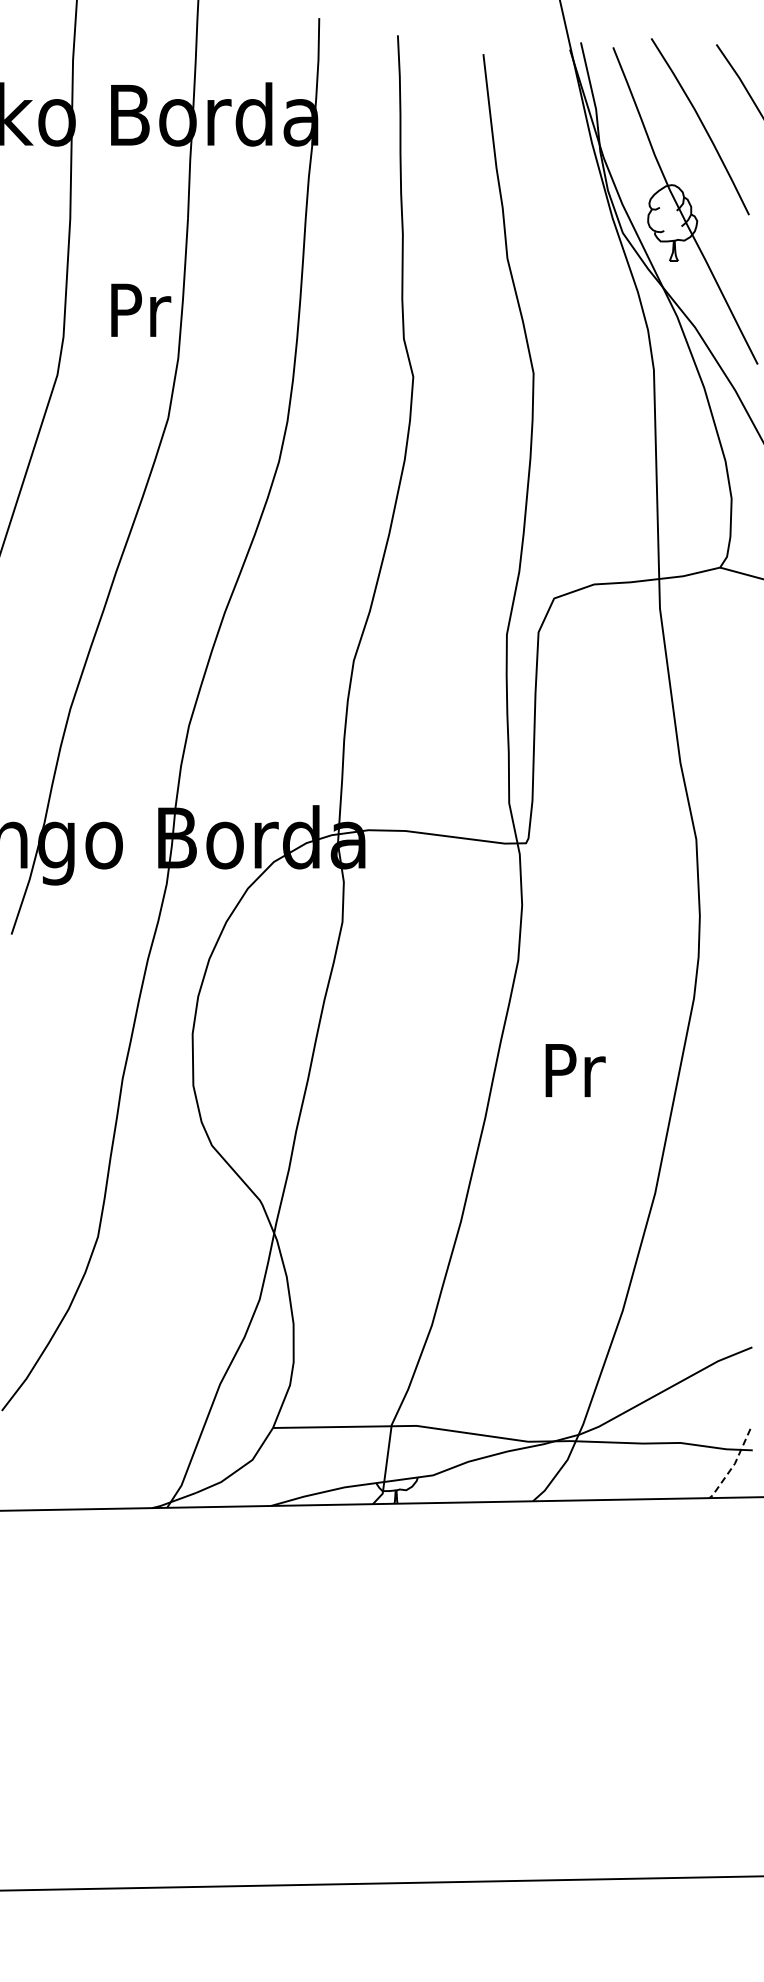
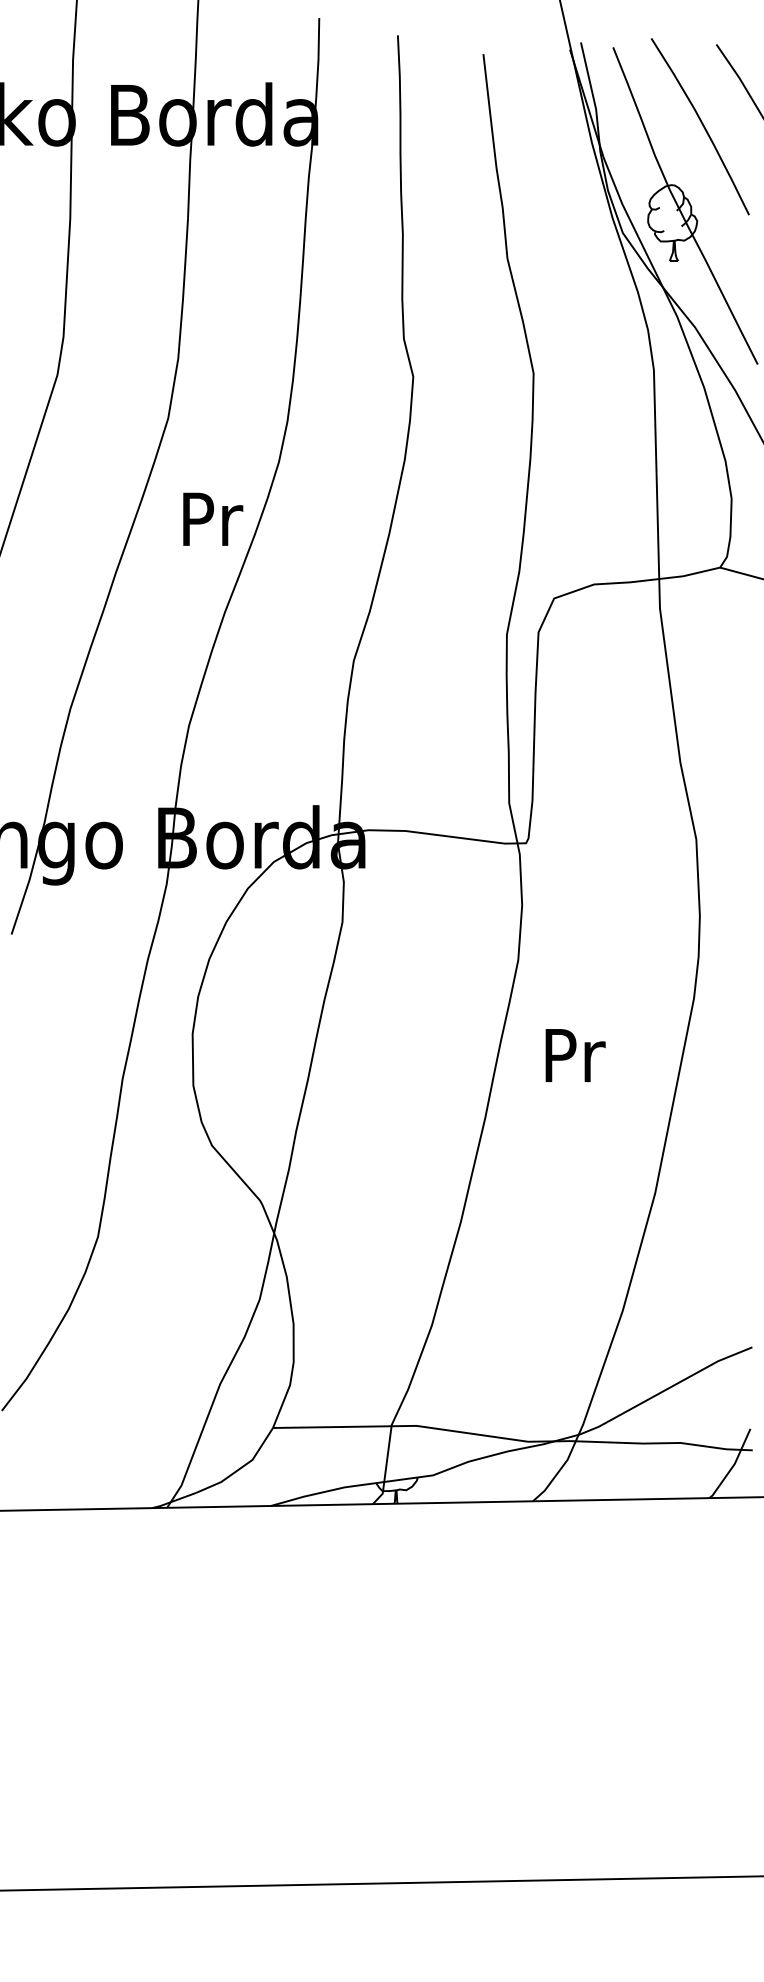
text at (141, 309) position: (141, 309) -> (213, 518)
text at (575, 1070) position: (575, 1070) -> (575, 1055)
line at (733, 1466): dashed -> solid
